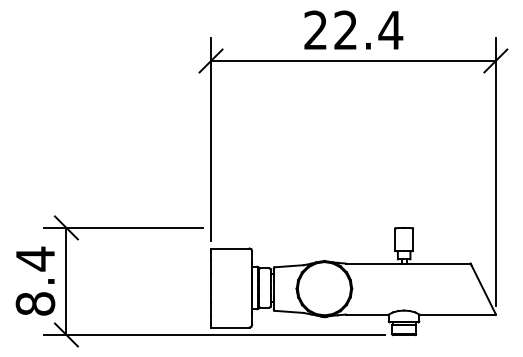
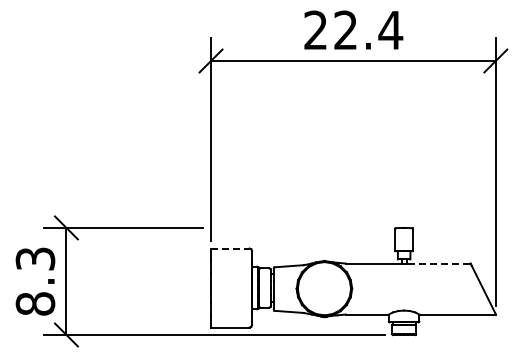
line at (230, 248): solid -> dashed
text at (35, 258): 8.4 -> 8.3
line at (438, 263): solid -> dashed
